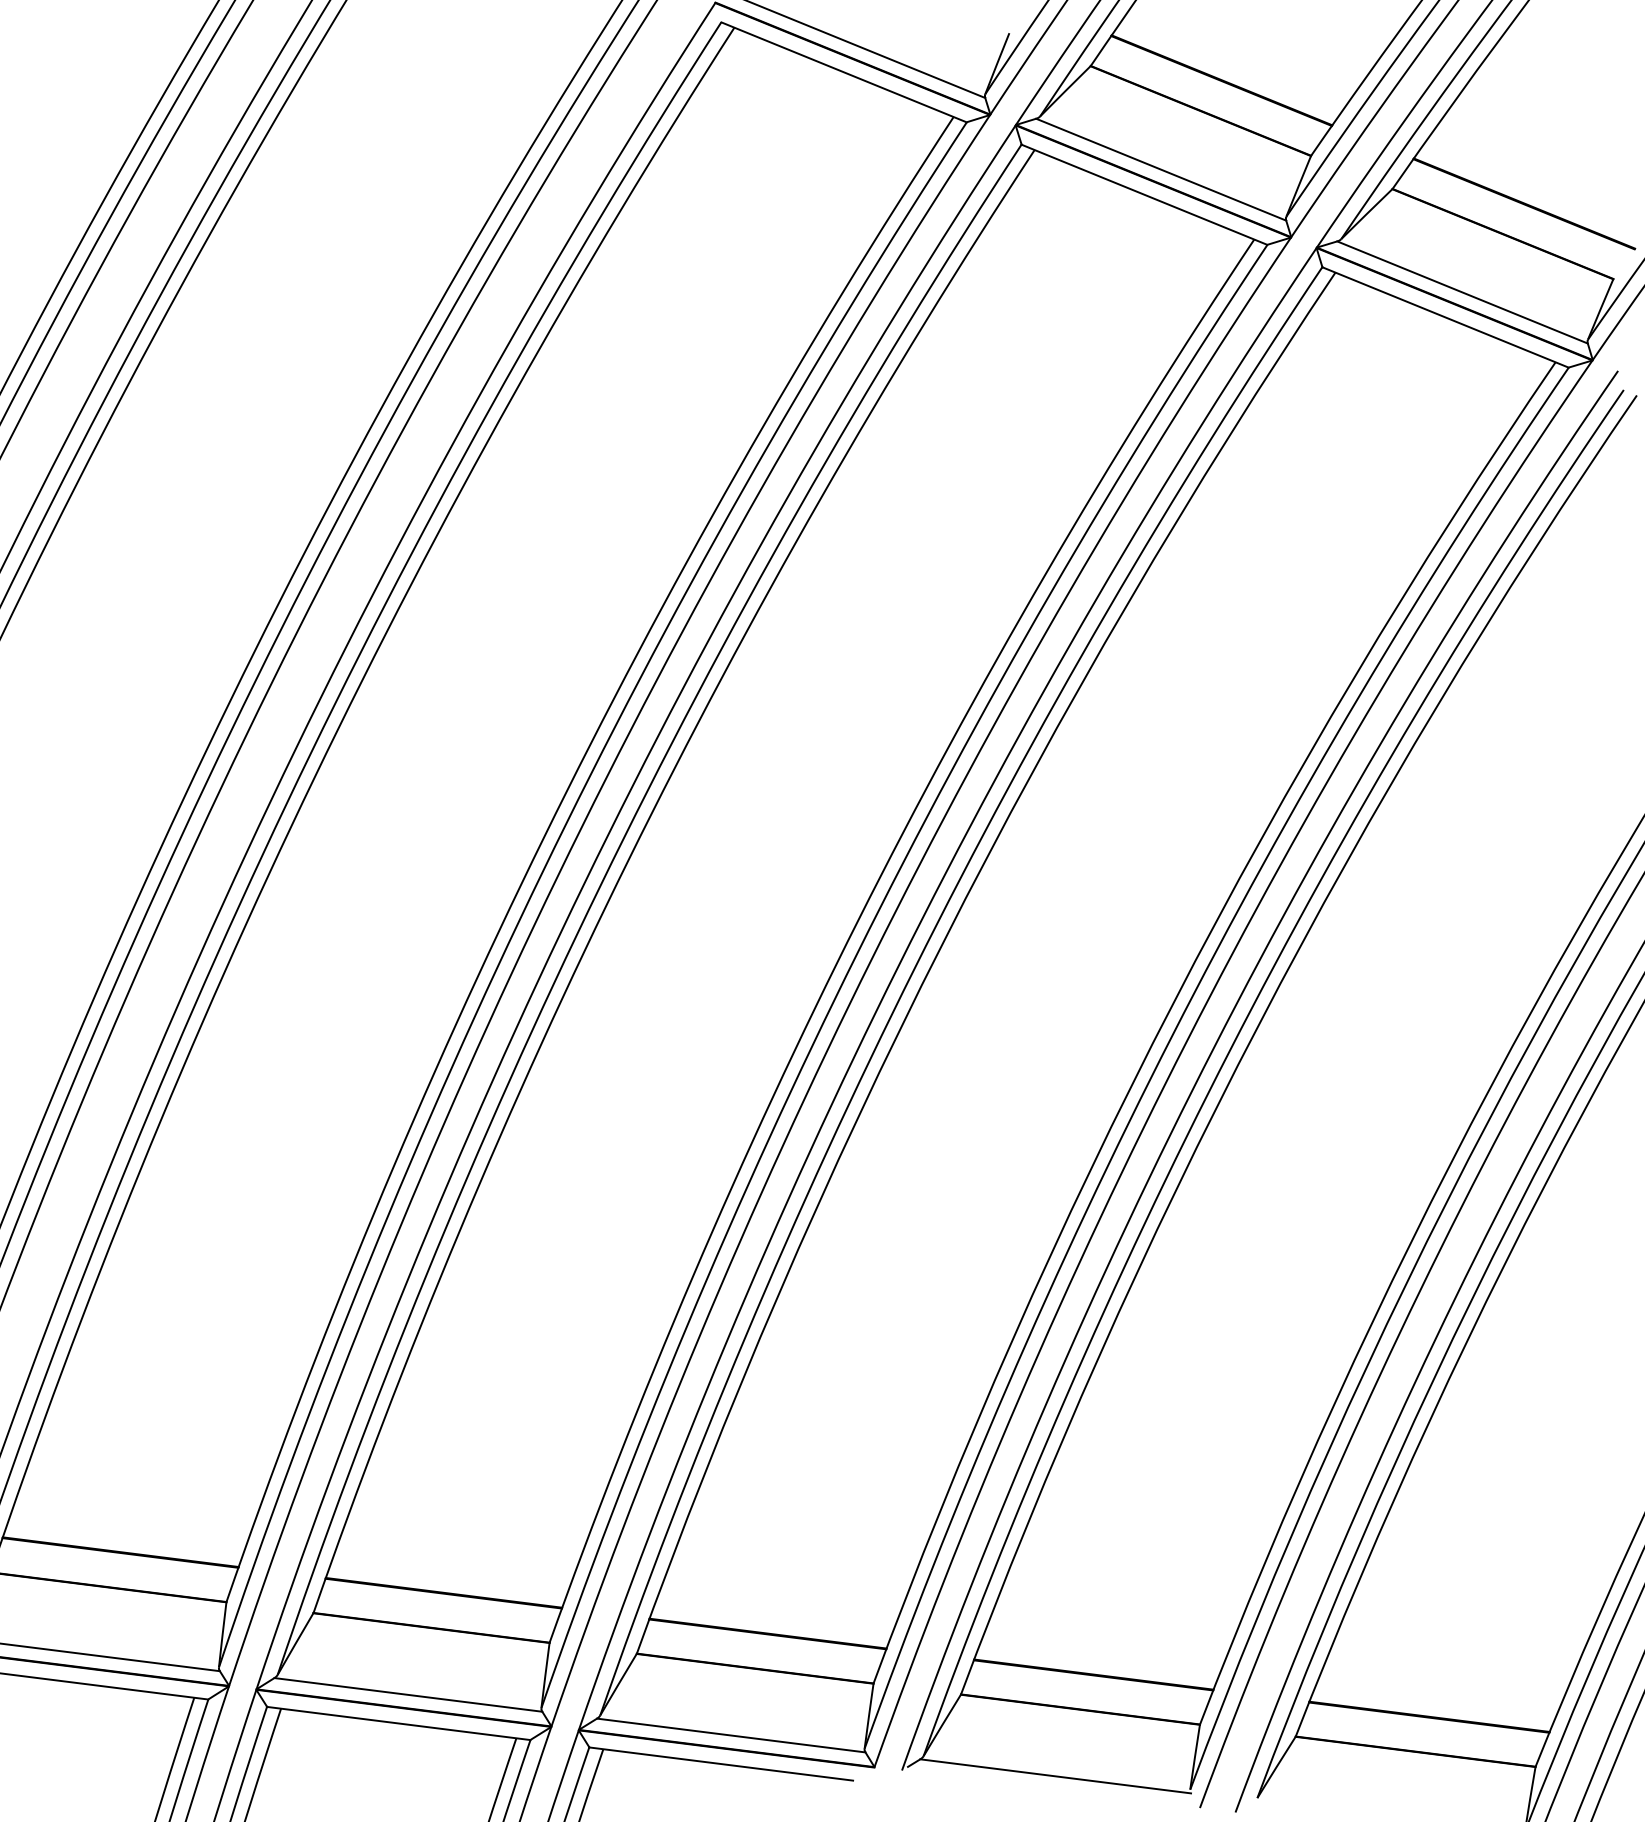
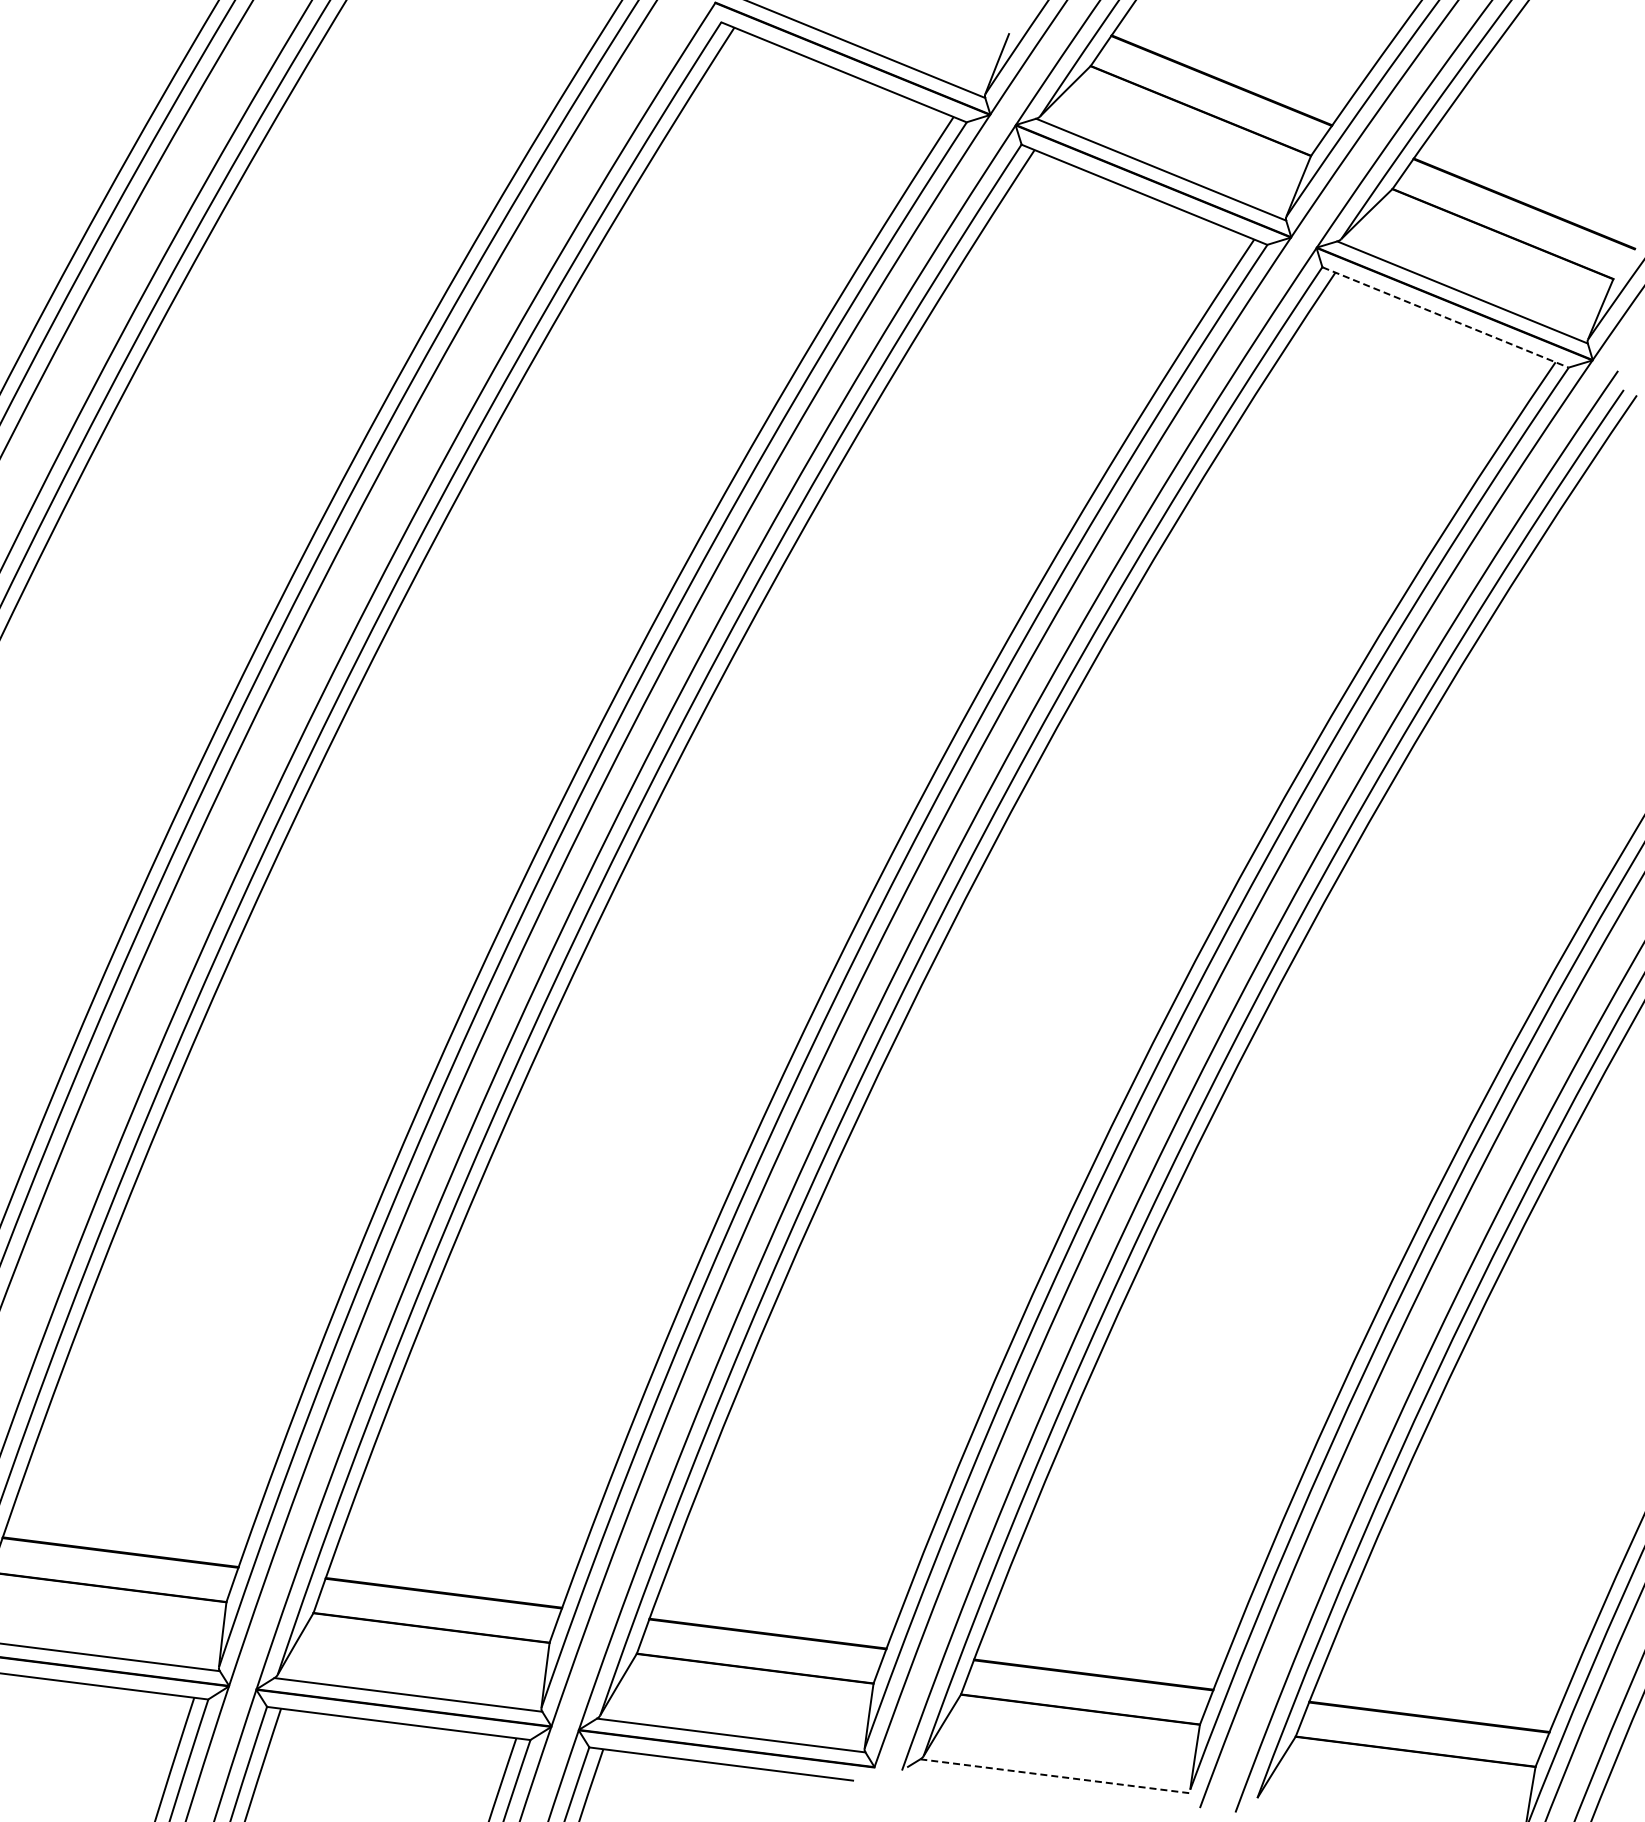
line at (1445, 317): solid -> dashed
line at (1056, 1776): solid -> dashed
